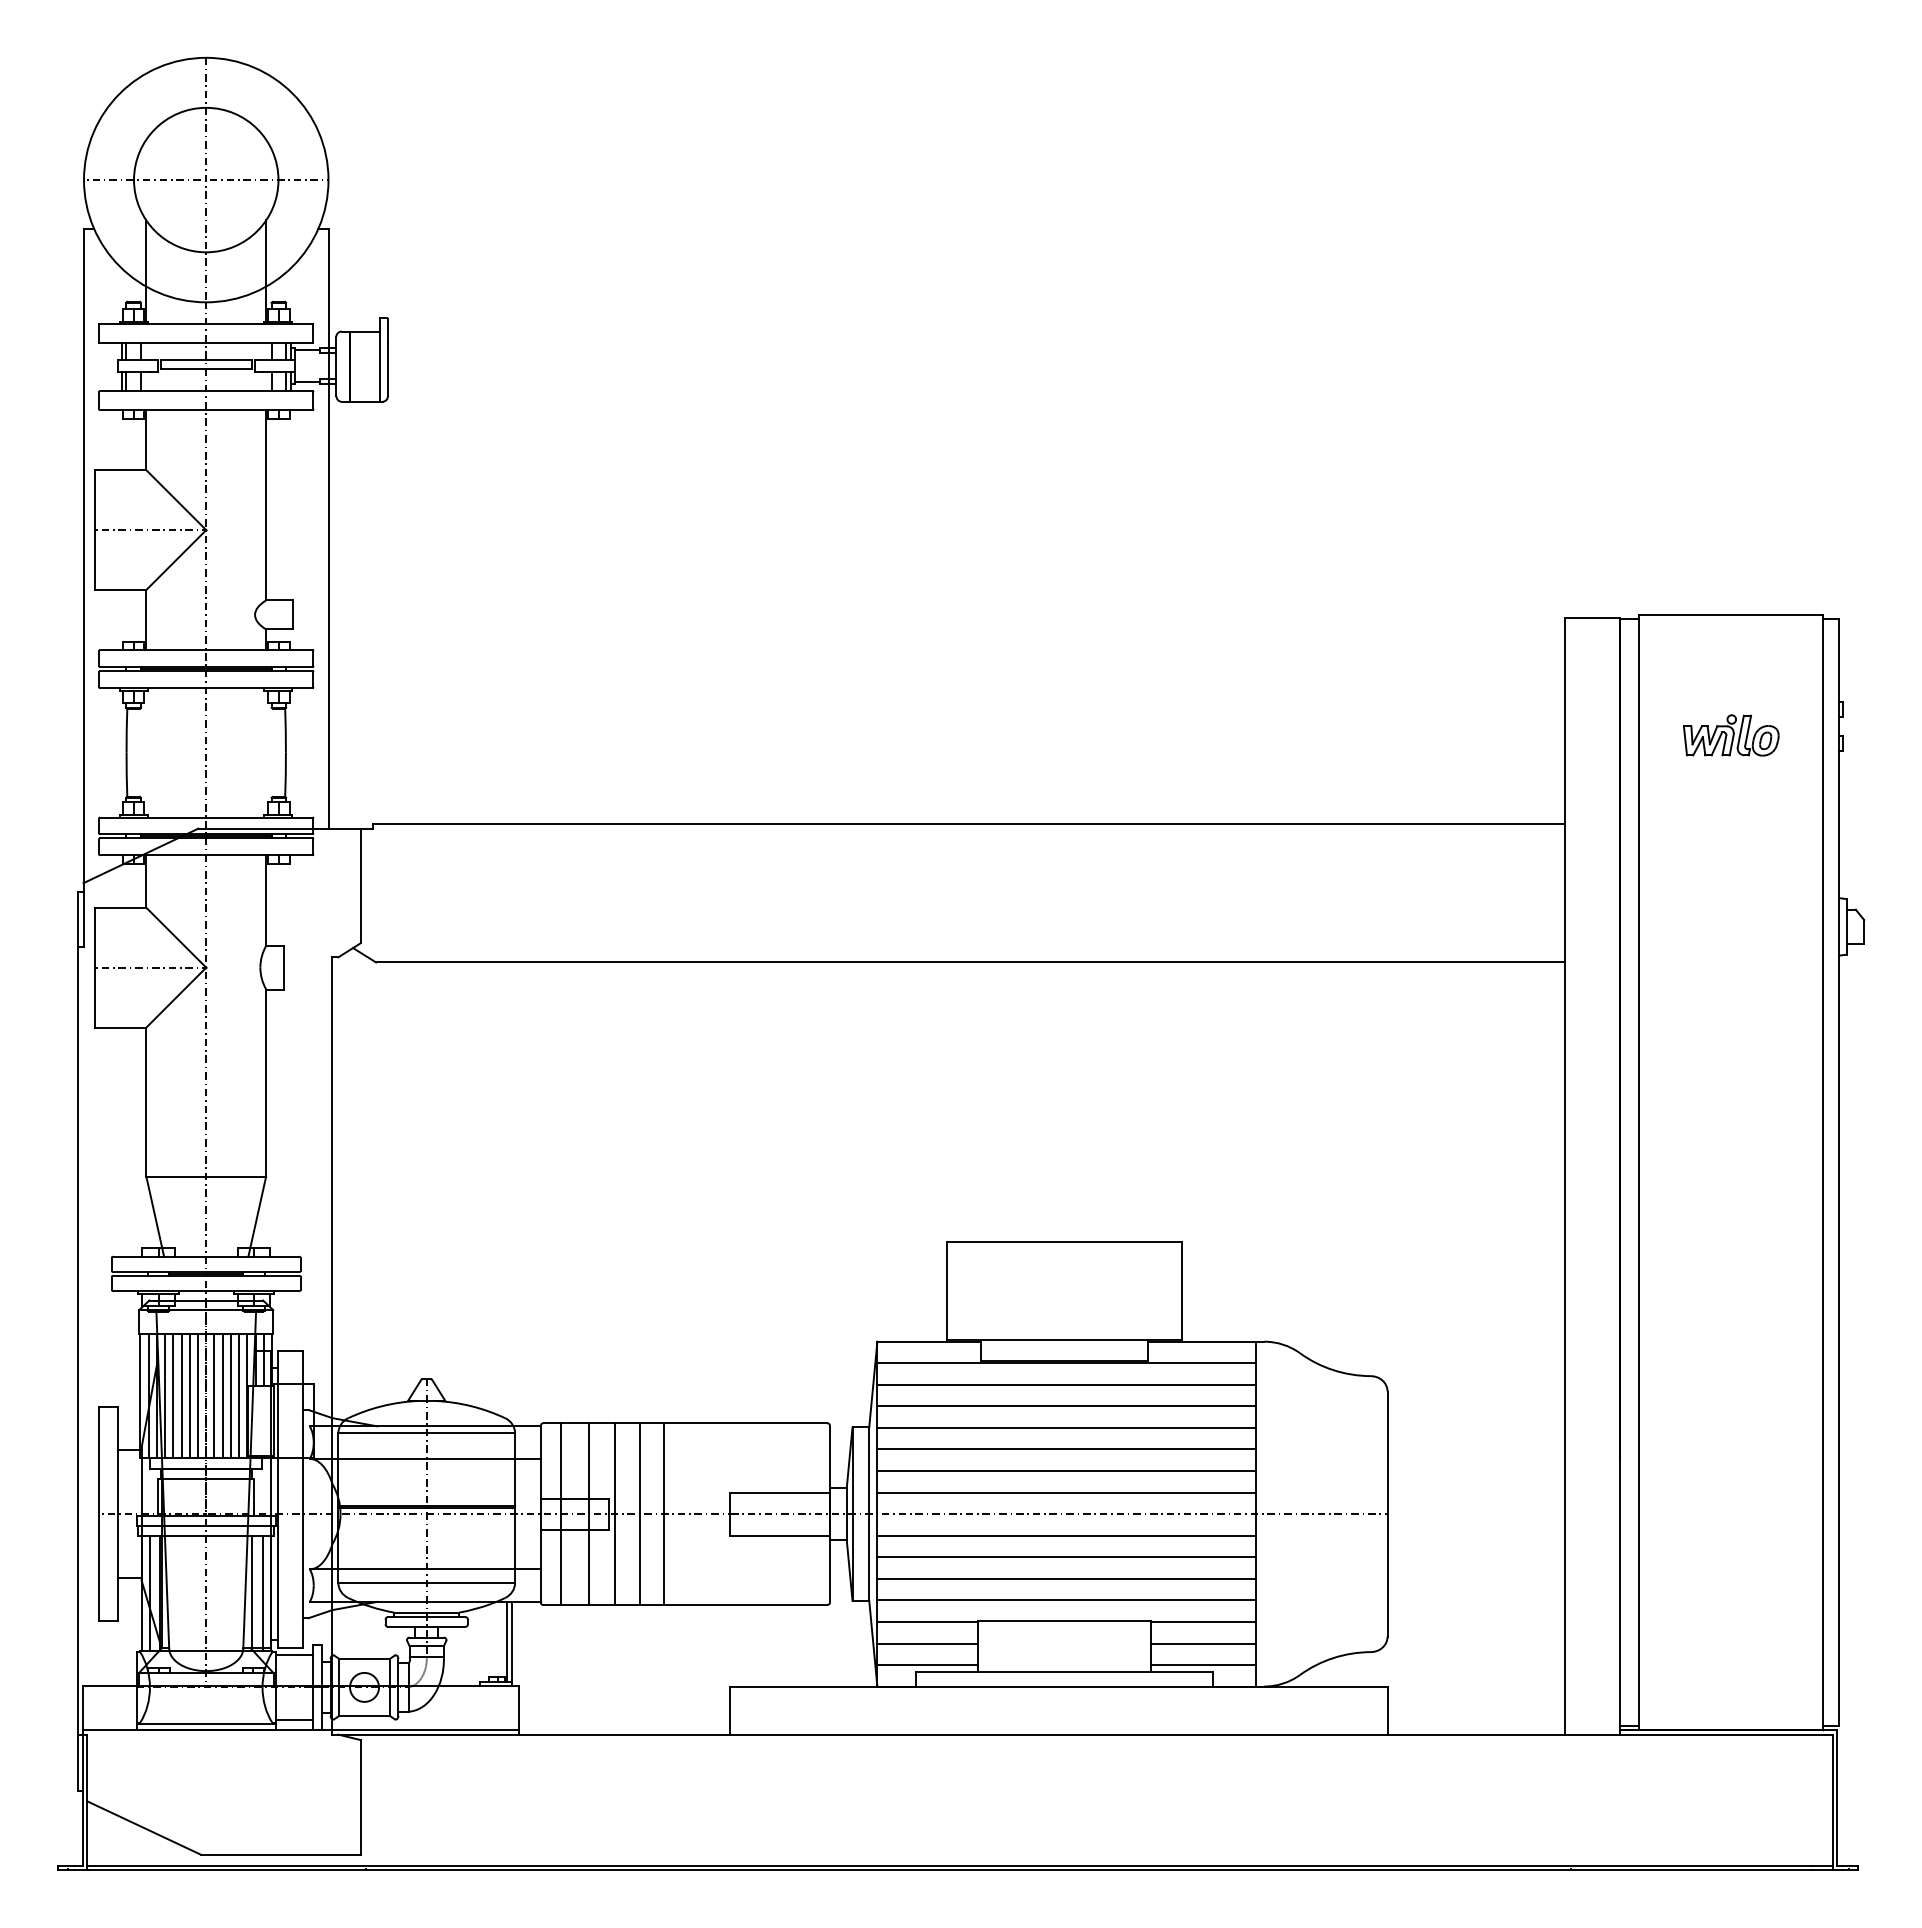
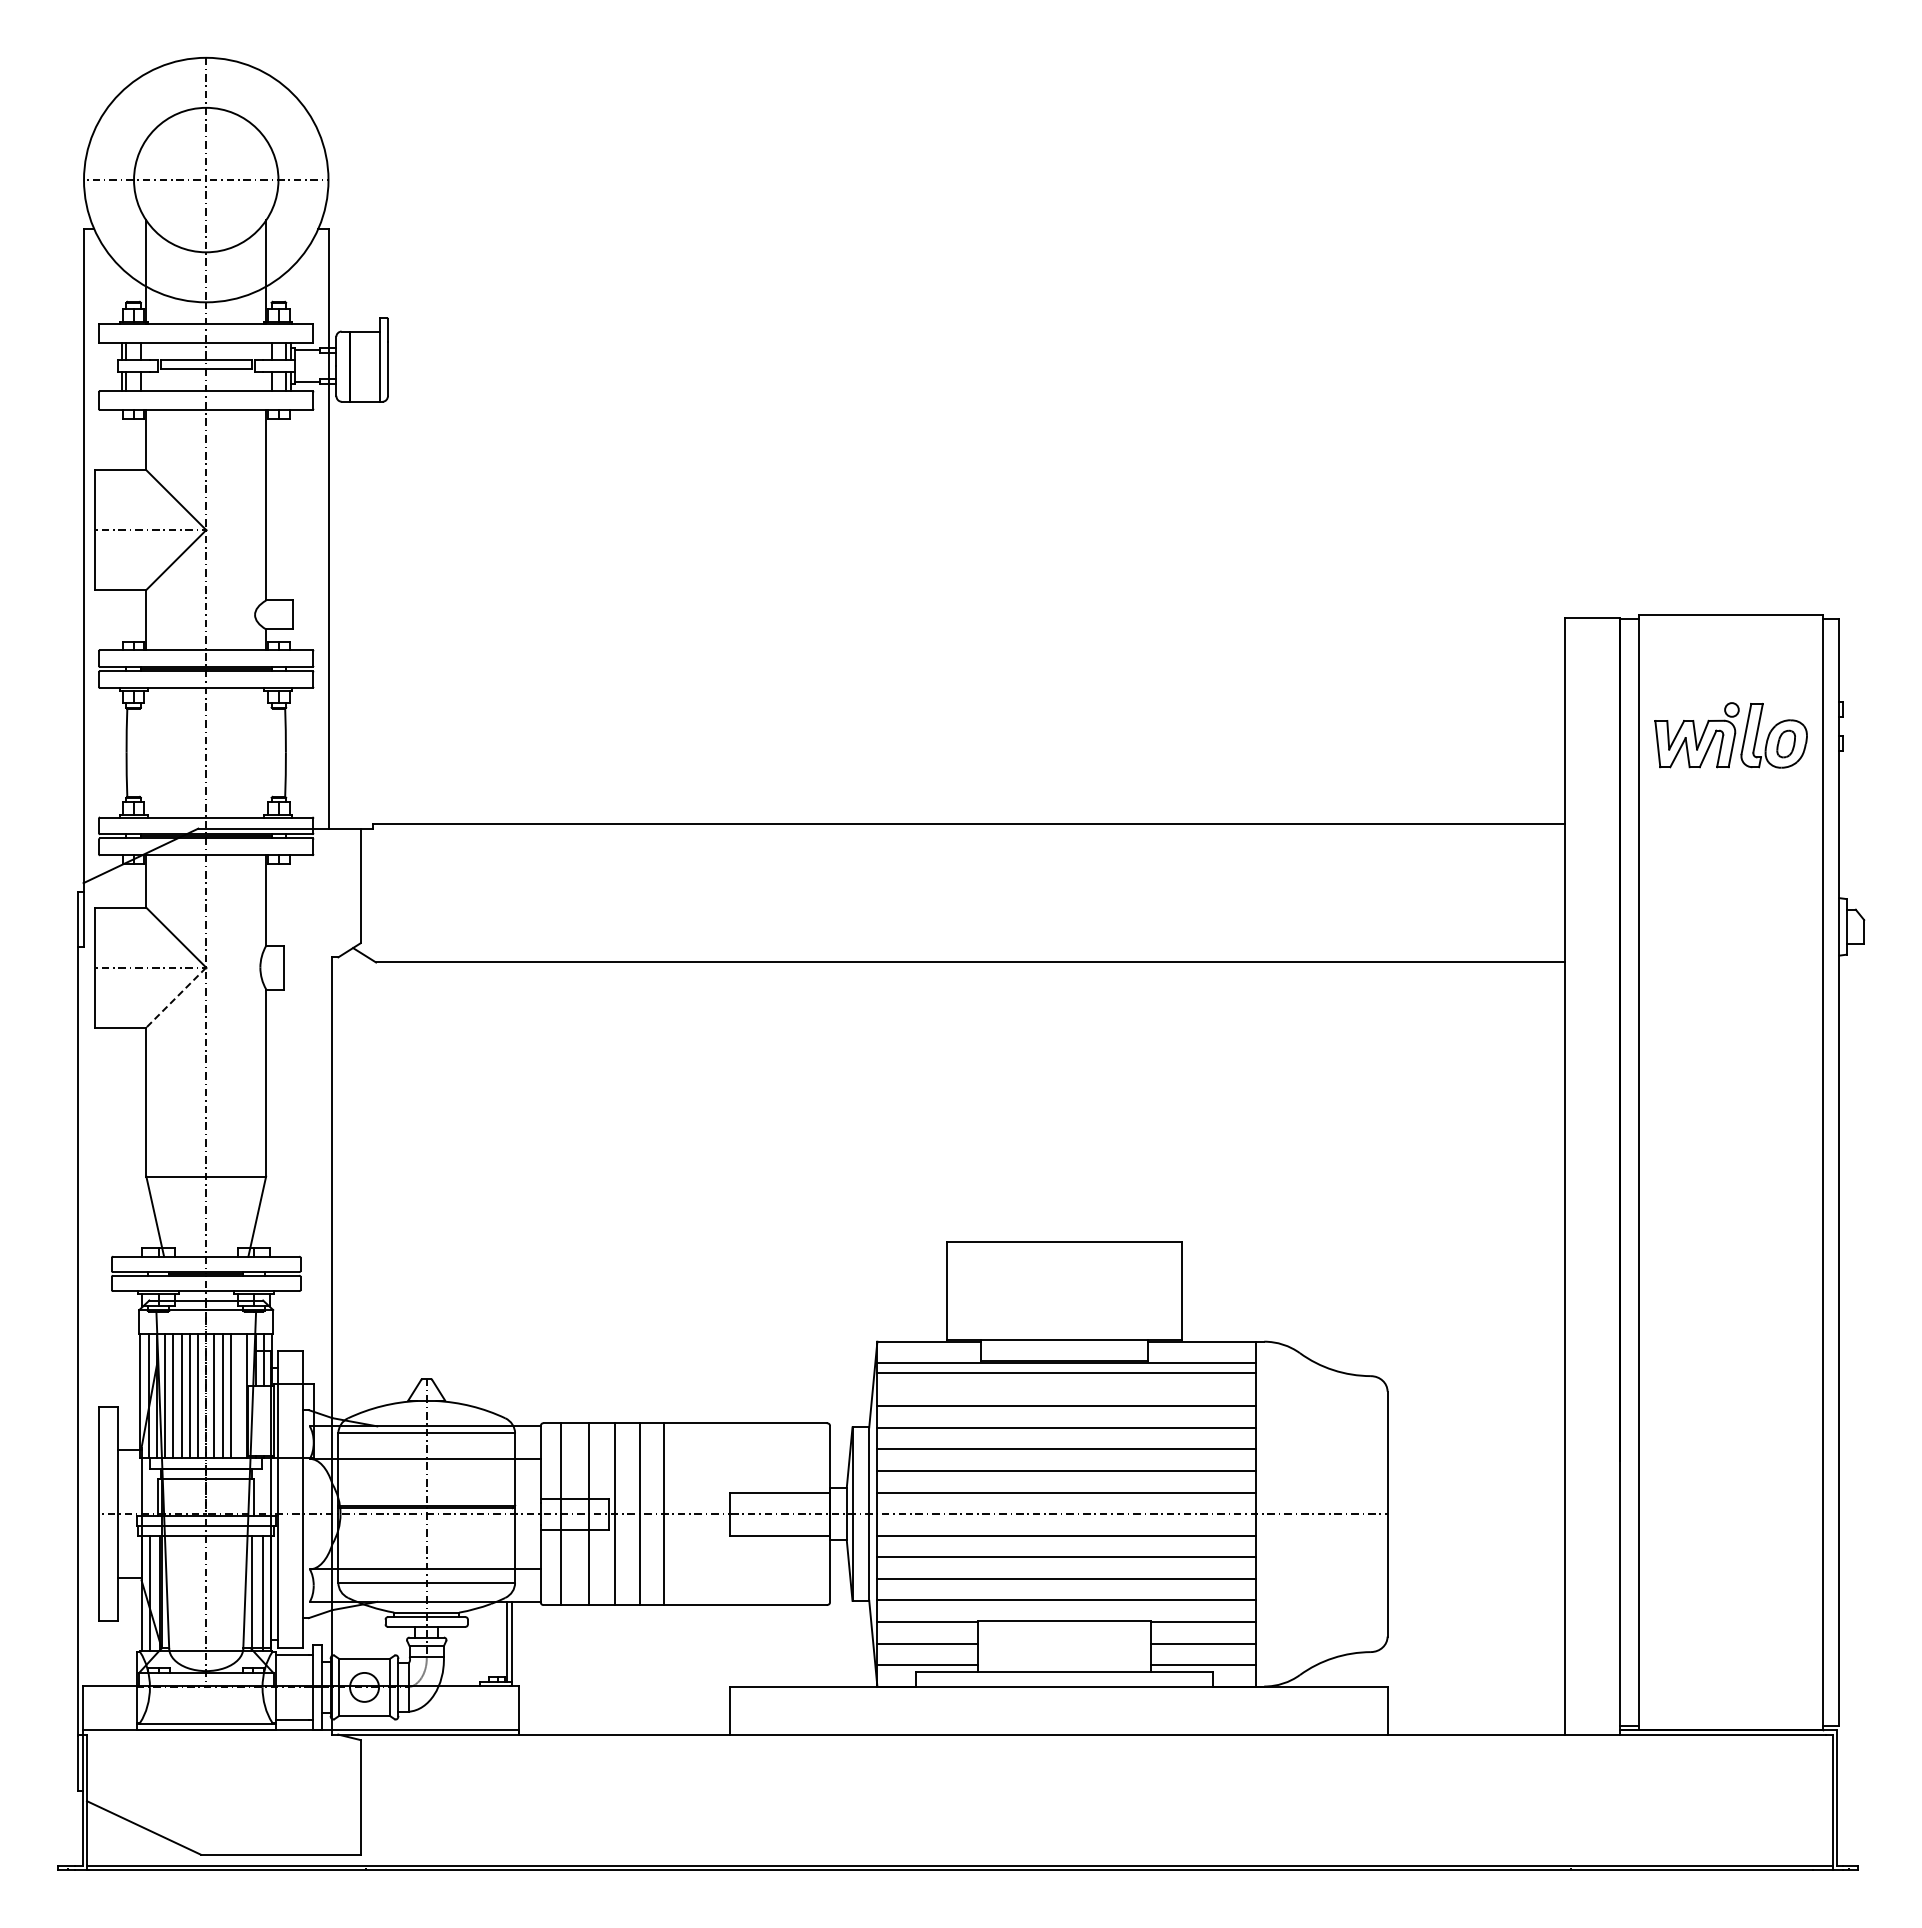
part at (1731, 735) size: 97x43 px -> 154x67 px
line at (175, 997): solid -> dashed
line at (1066, 1384) position: (1066, 1384) -> (1066, 1372)
line at (239, 1396): present -> none
